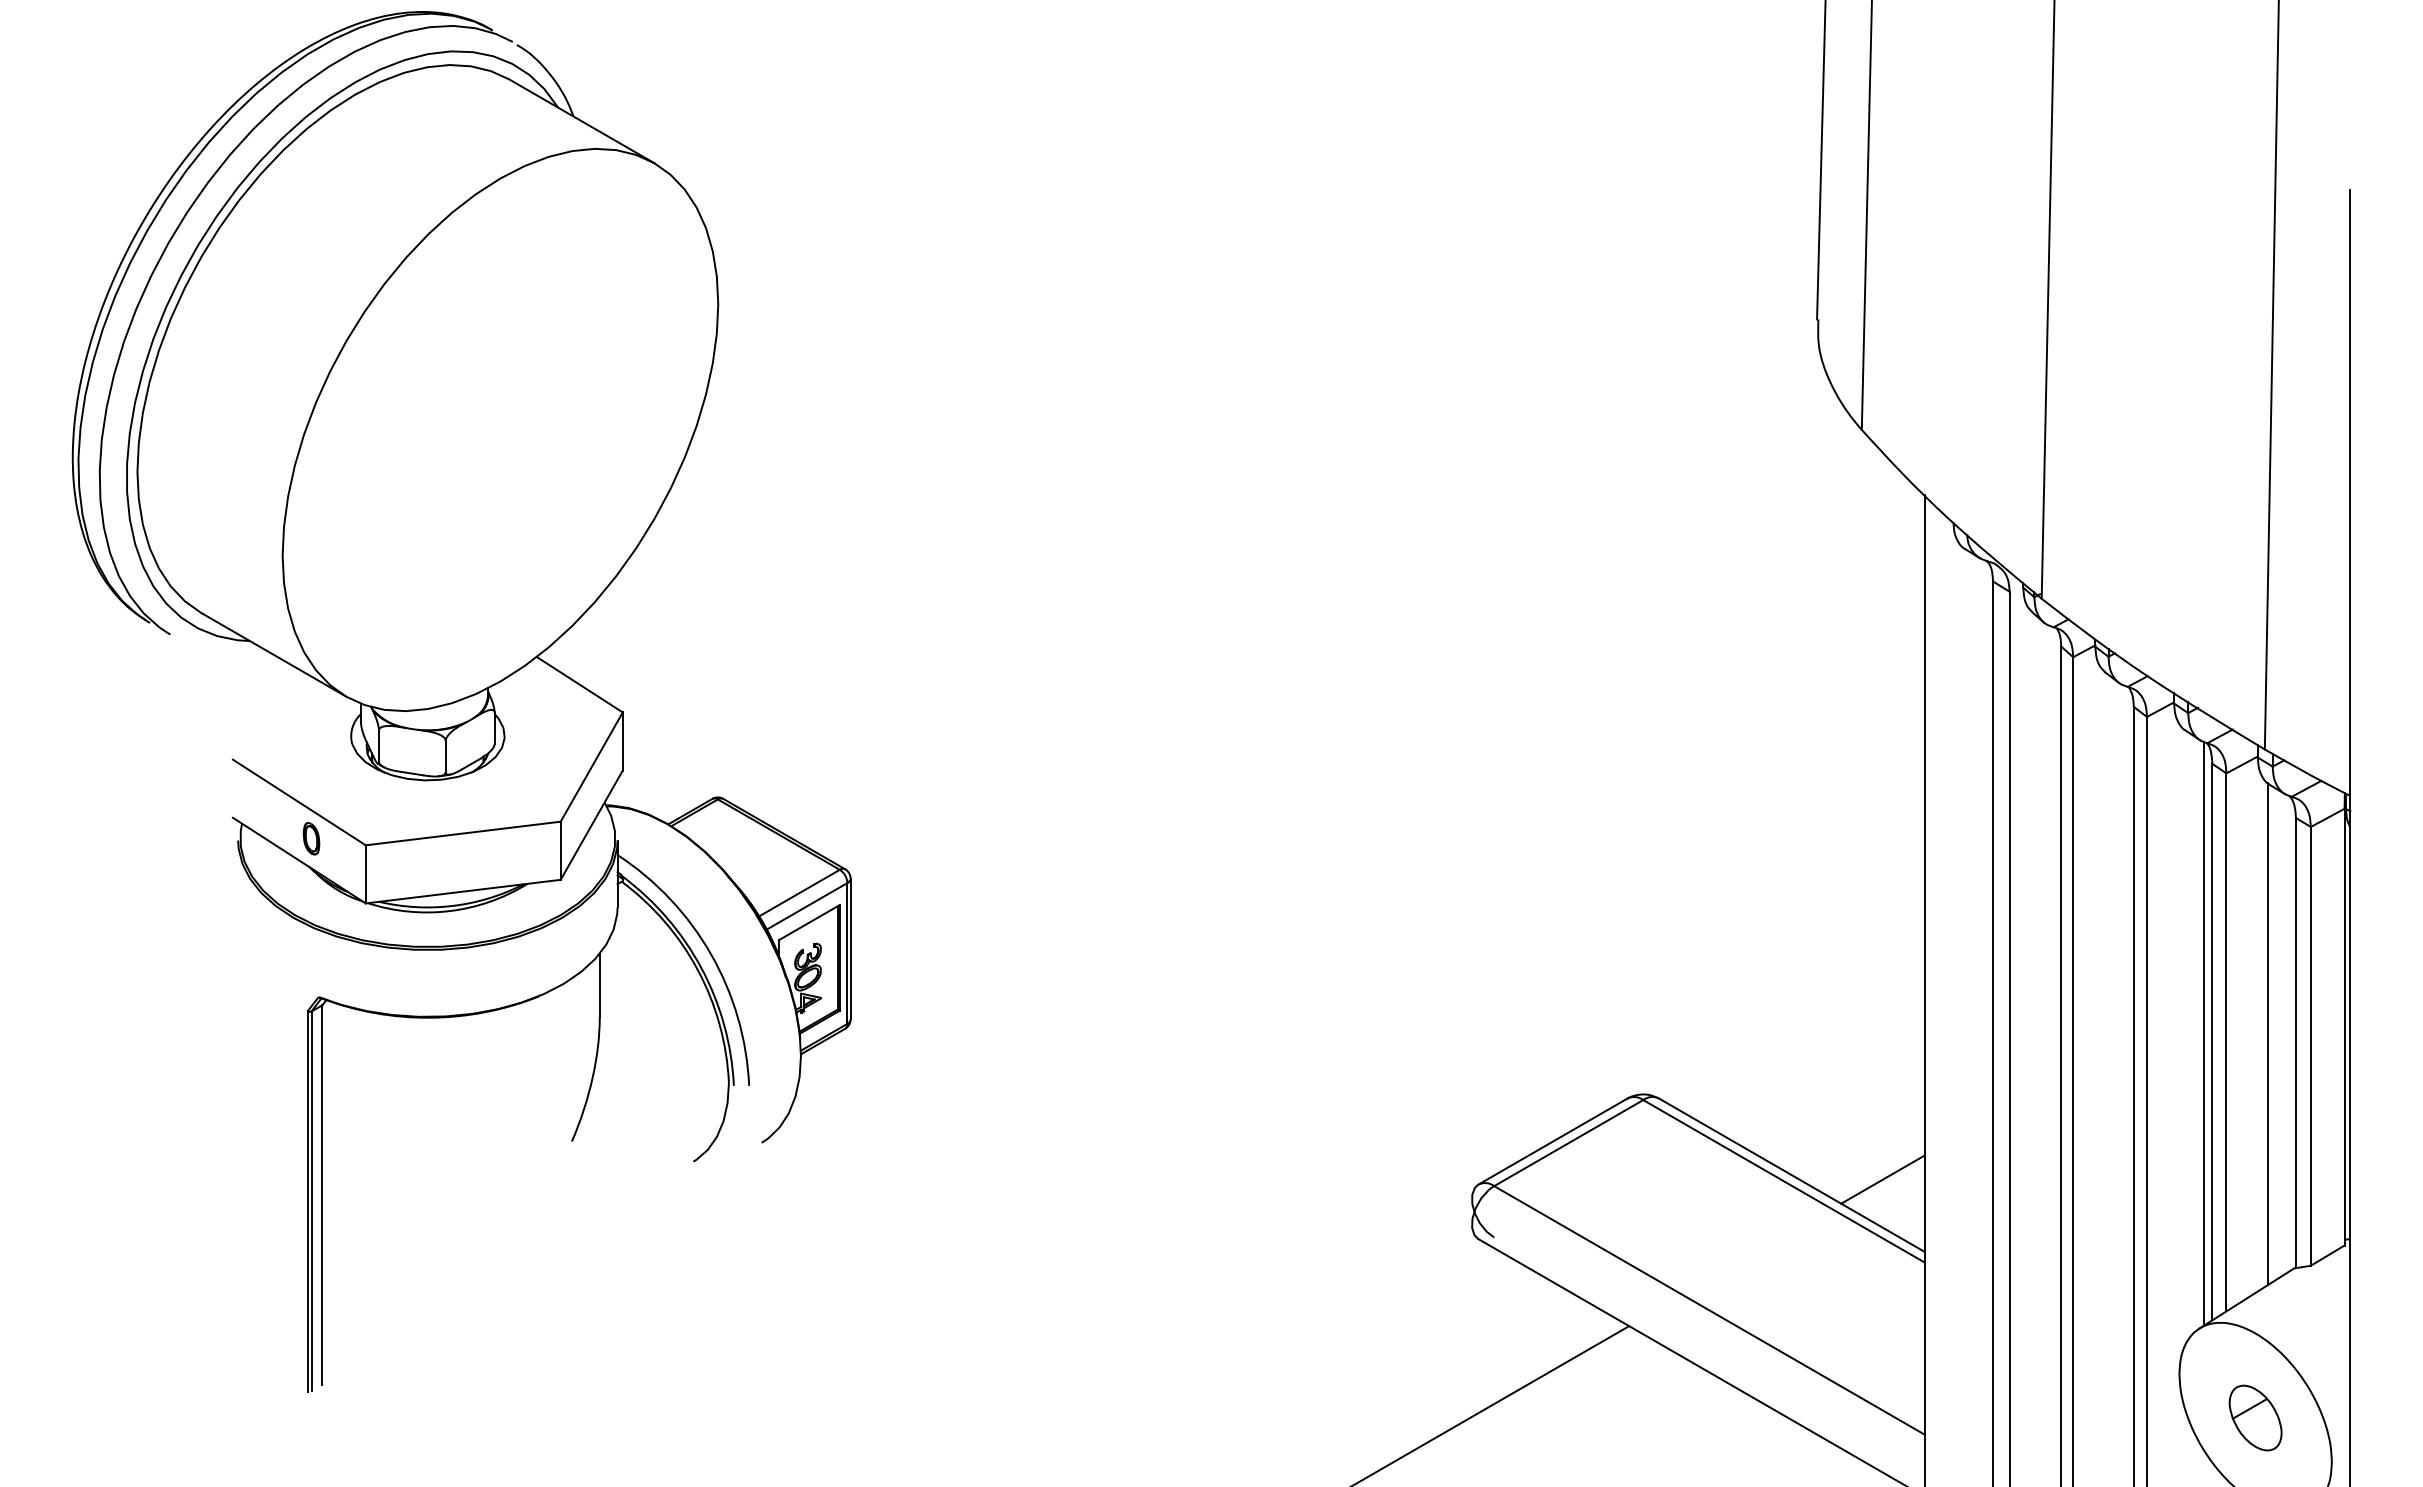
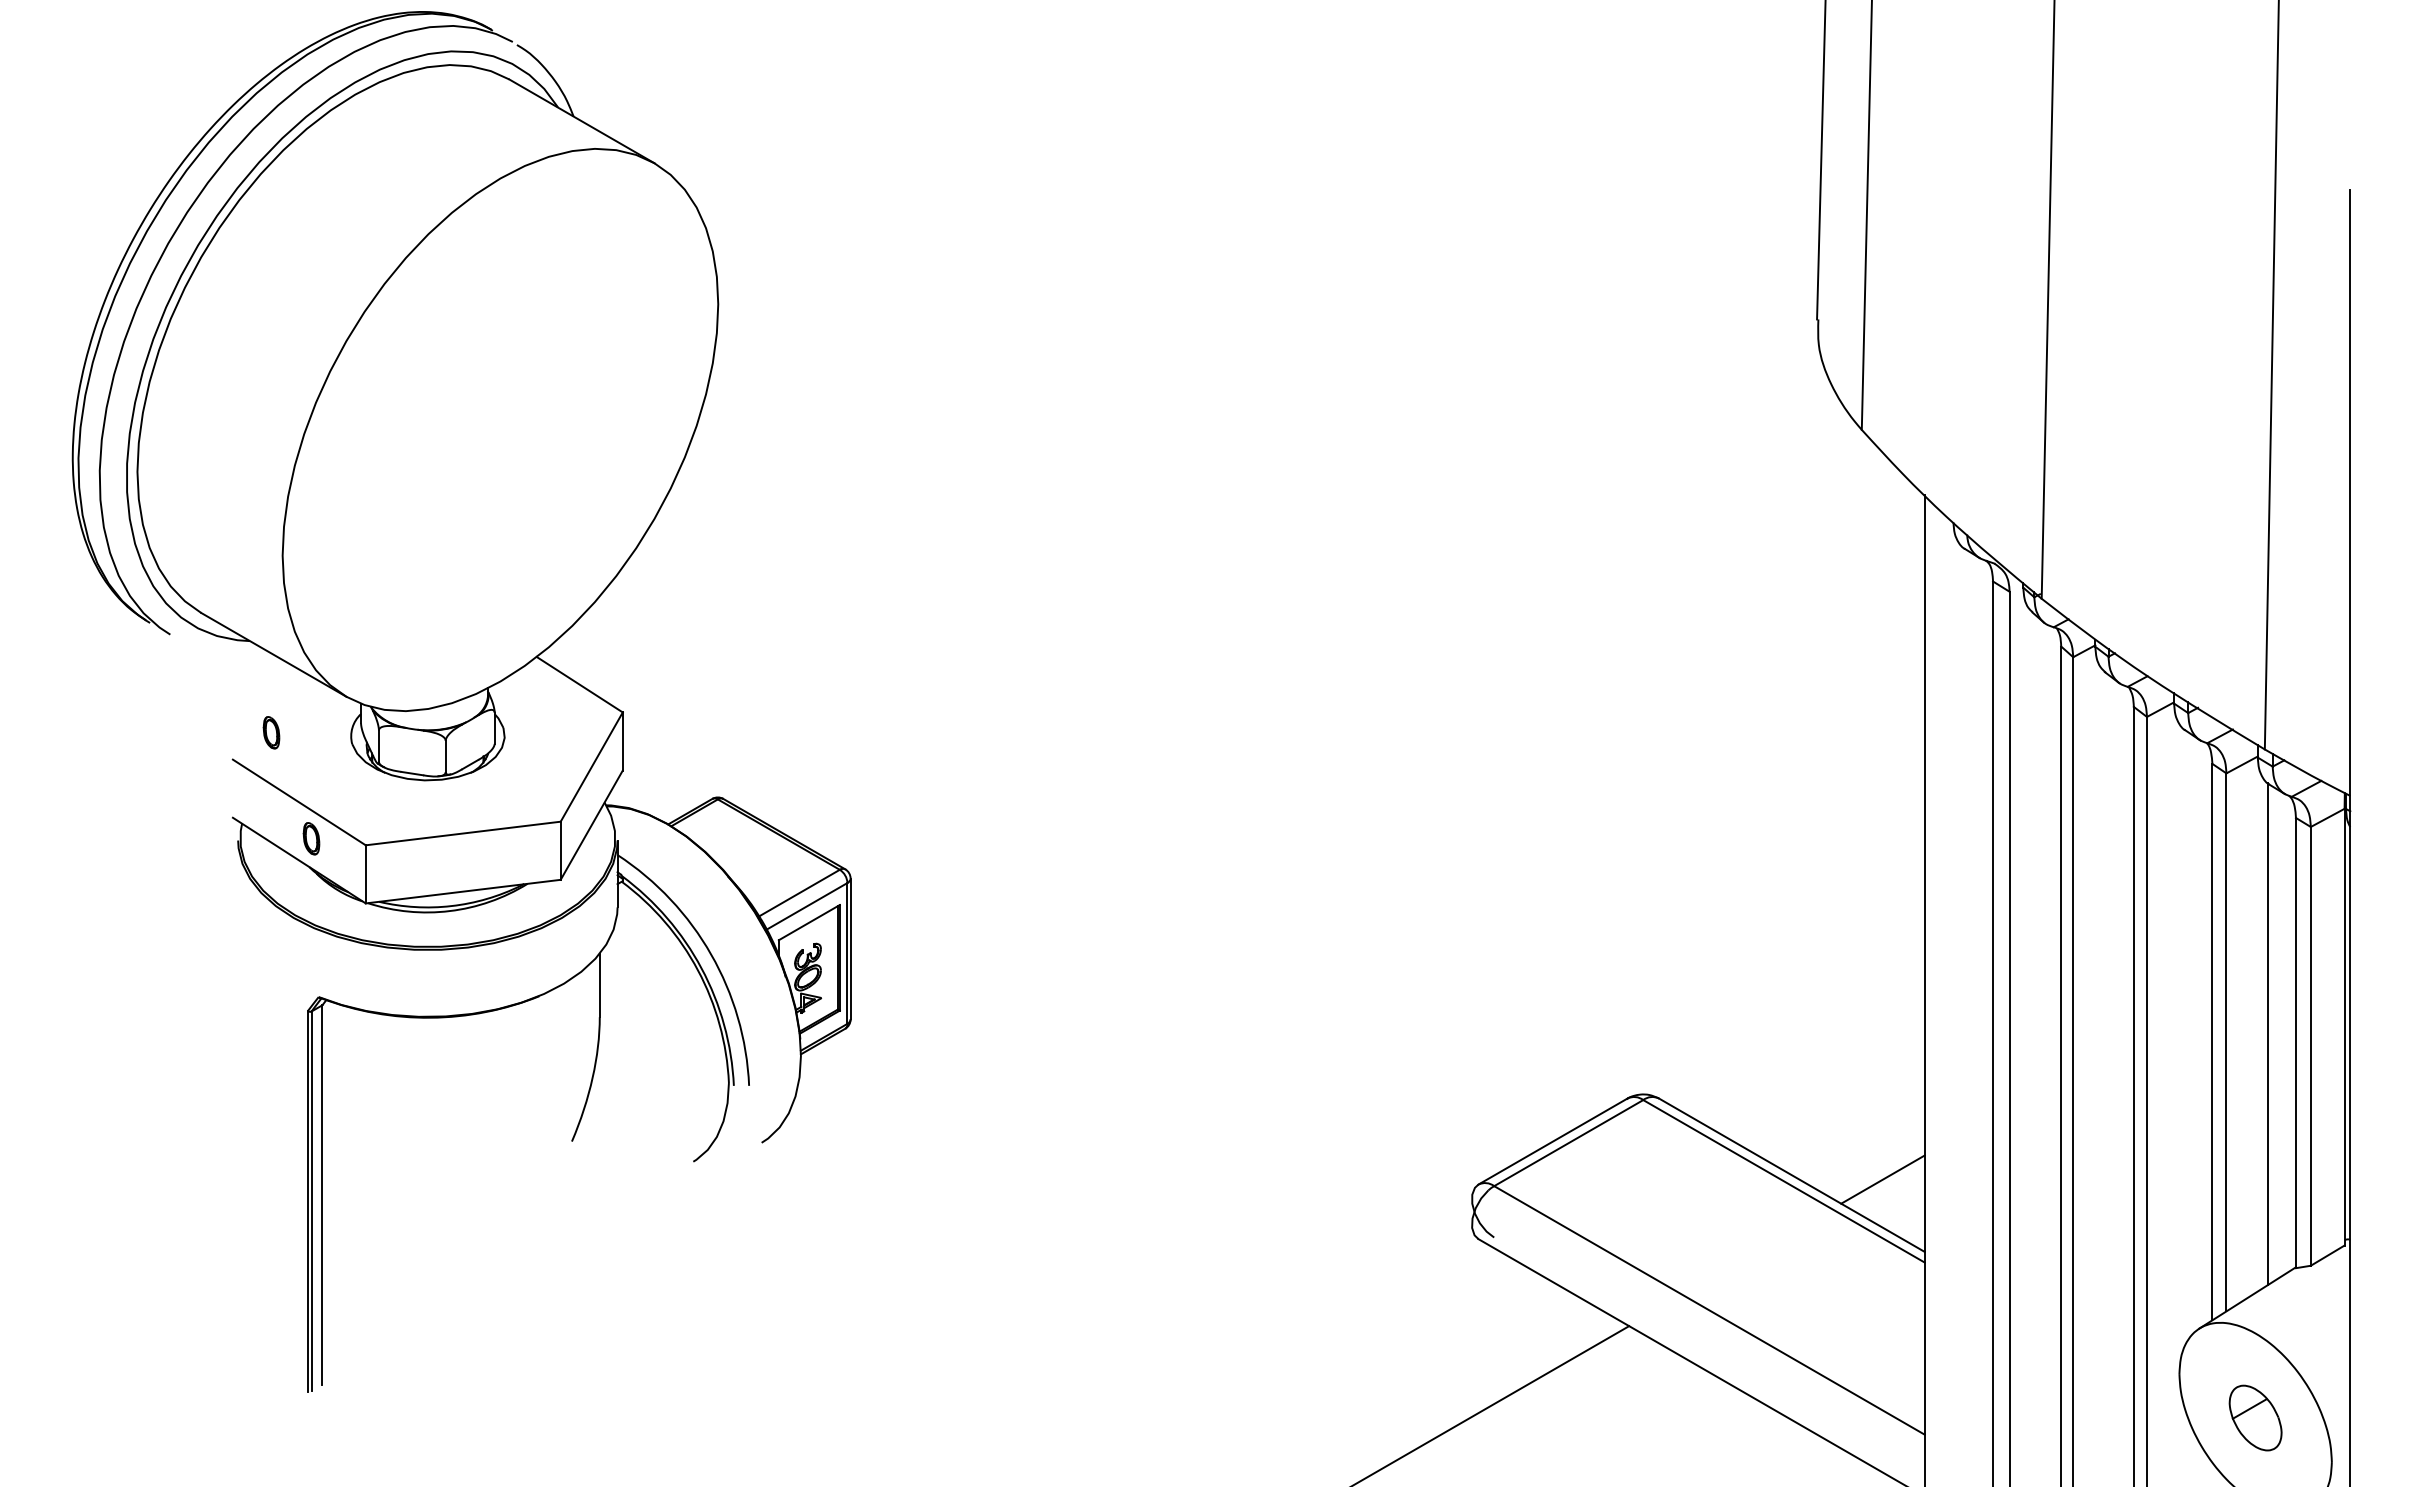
part at (271, 732): none -> present
line at (2203, 1033): present -> none
